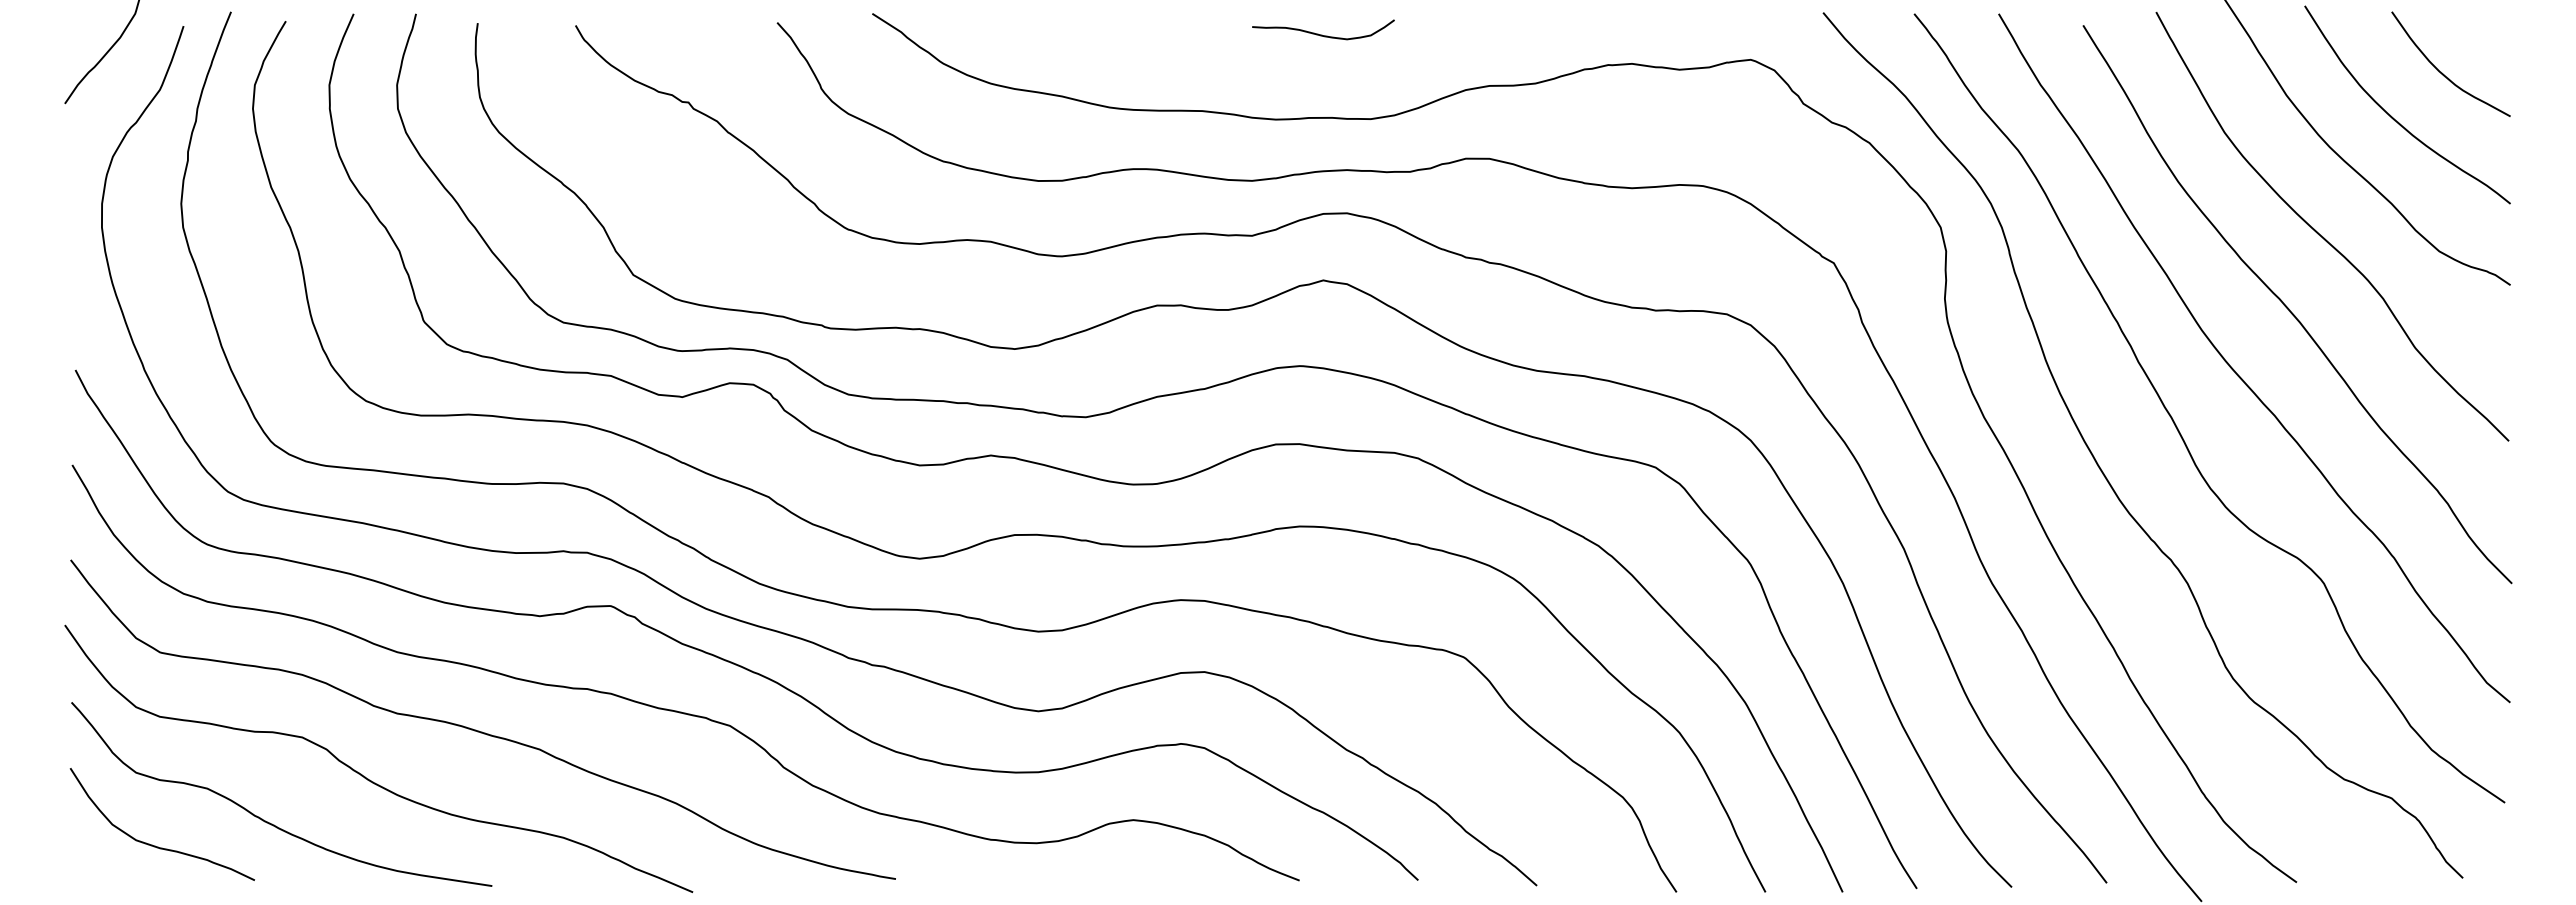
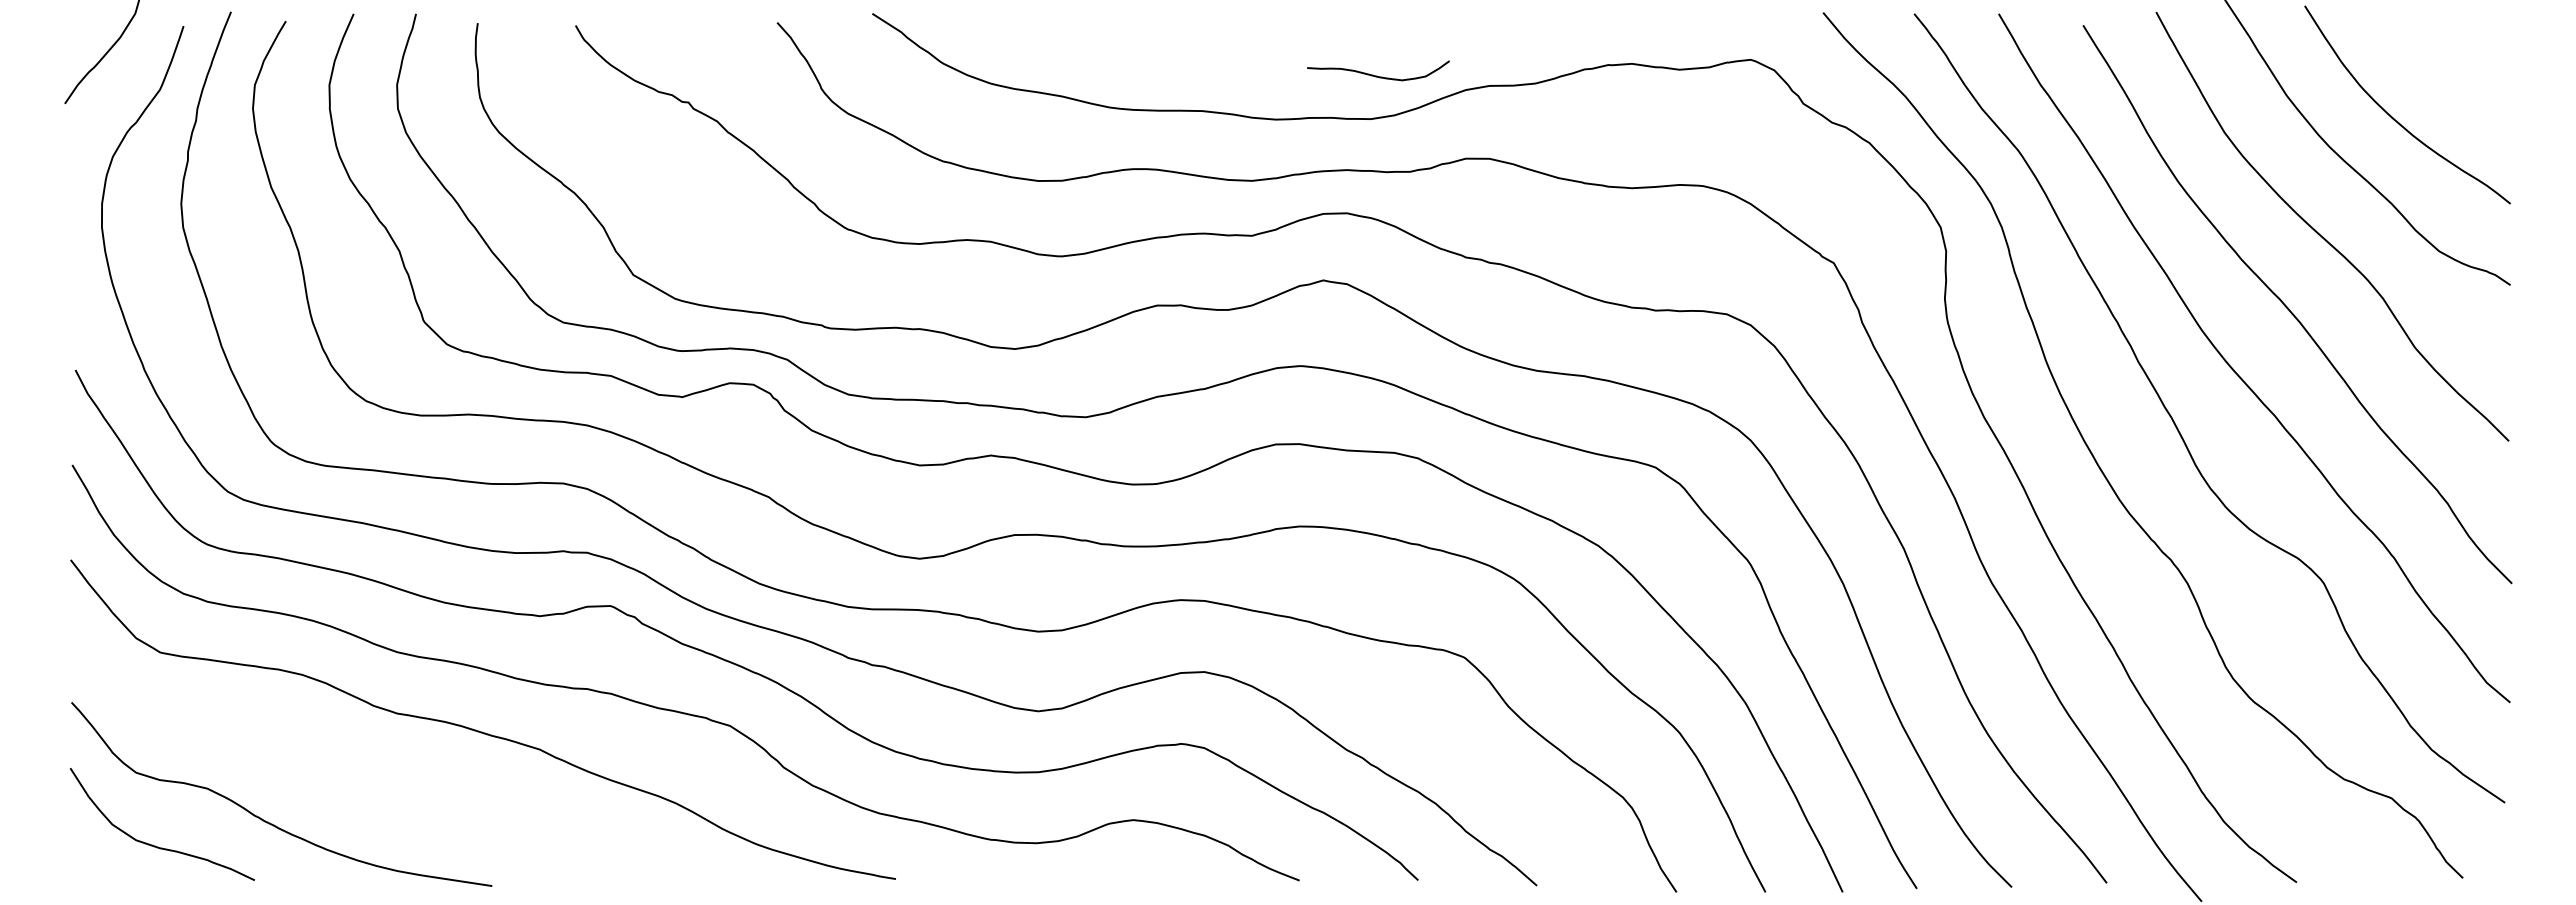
curve at (1322, 34) position: (1322, 34) -> (1377, 75)
curve at (2442, 72): present -> none
curve at (365, 776): present -> none
